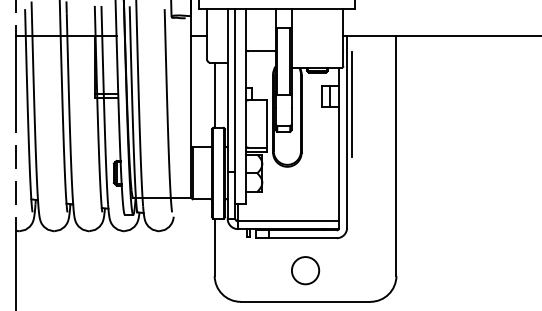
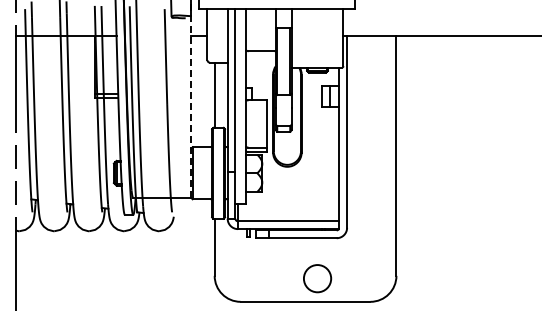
line at (191, 99): solid -> dashed
line at (352, 104): present -> none
circle at (305, 270) position: (305, 270) -> (317, 278)
